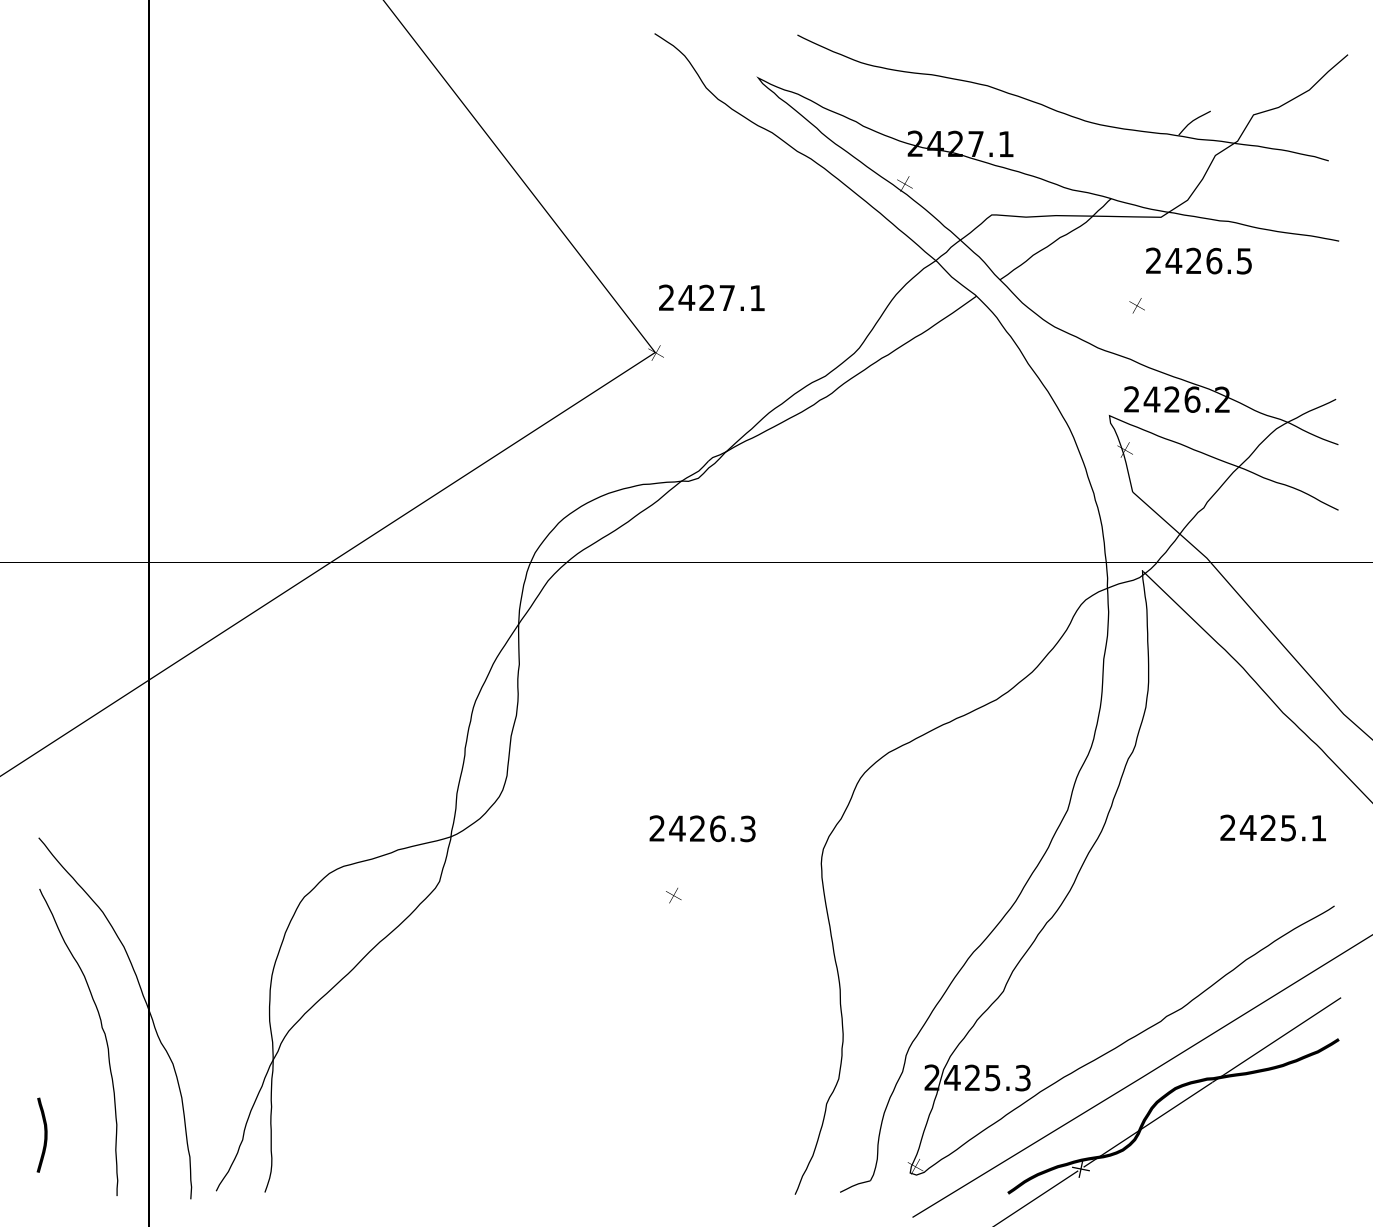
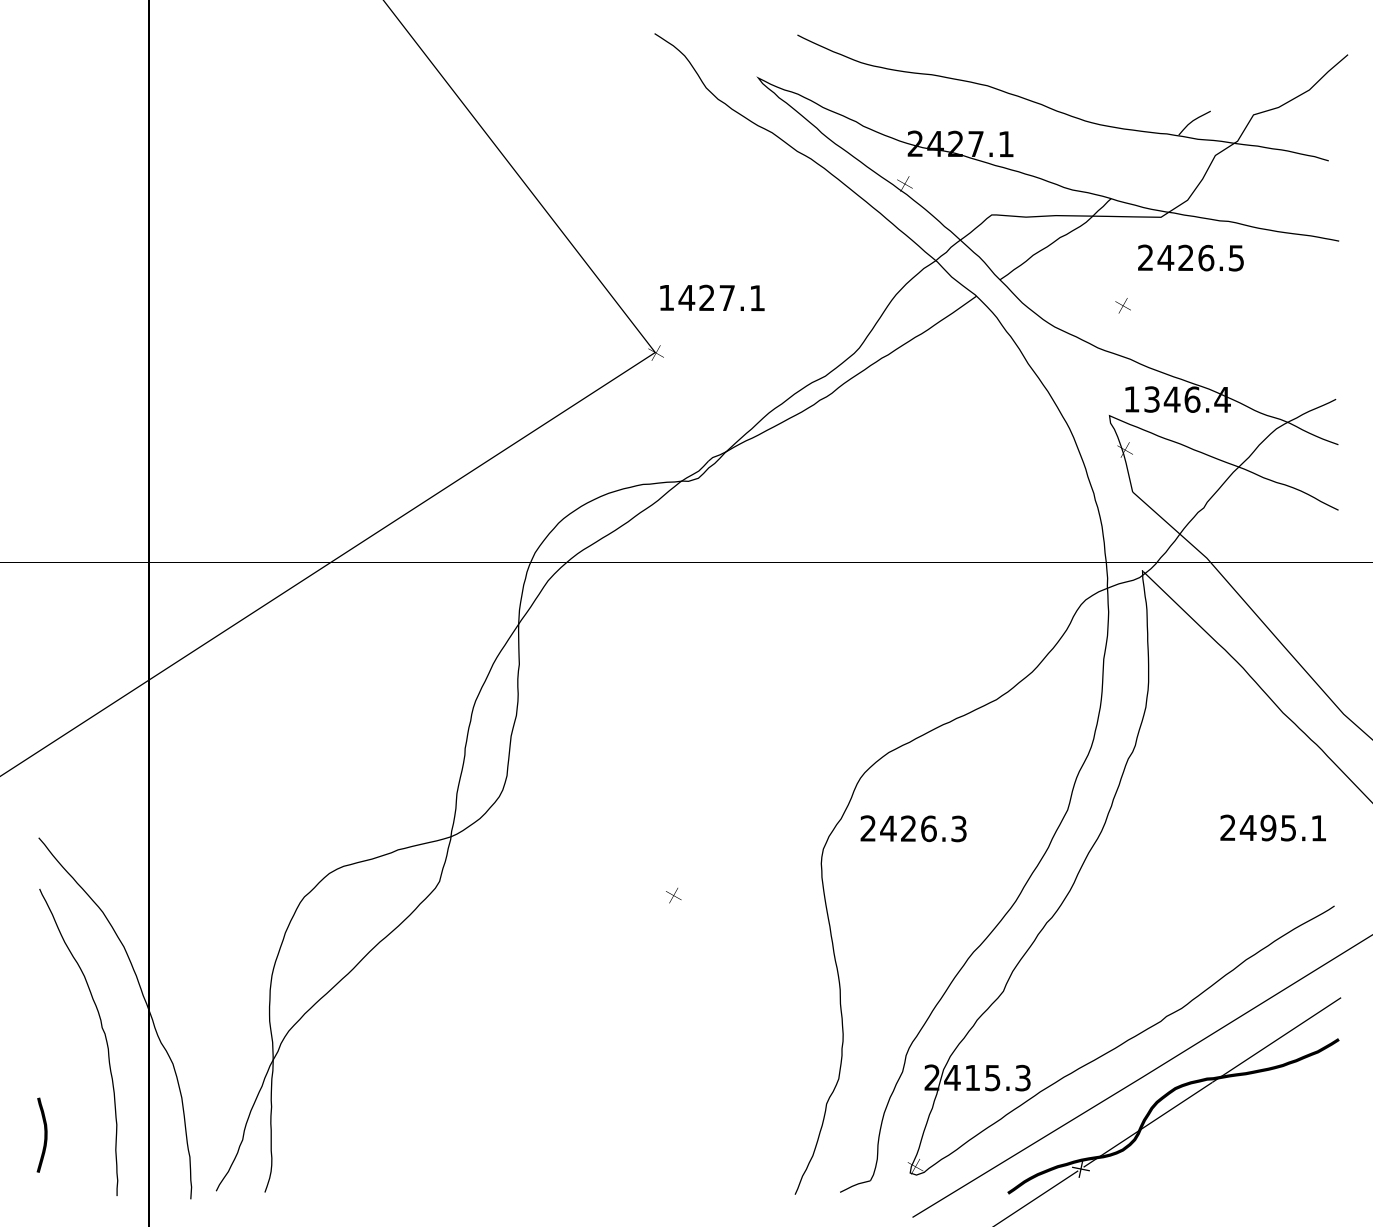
text at (1198, 260) position: (1198, 260) -> (1190, 257)
text at (666, 297): 2427.1 -> 1427.1
part at (1136, 305) position: (1136, 305) -> (1122, 305)
text at (1177, 399): 2426.2 -> 1346.4
text at (702, 828) position: (702, 828) -> (913, 828)
text at (1268, 828): 2425.1 -> 2495.1
text at (972, 1077): 2425.3 -> 2415.3
